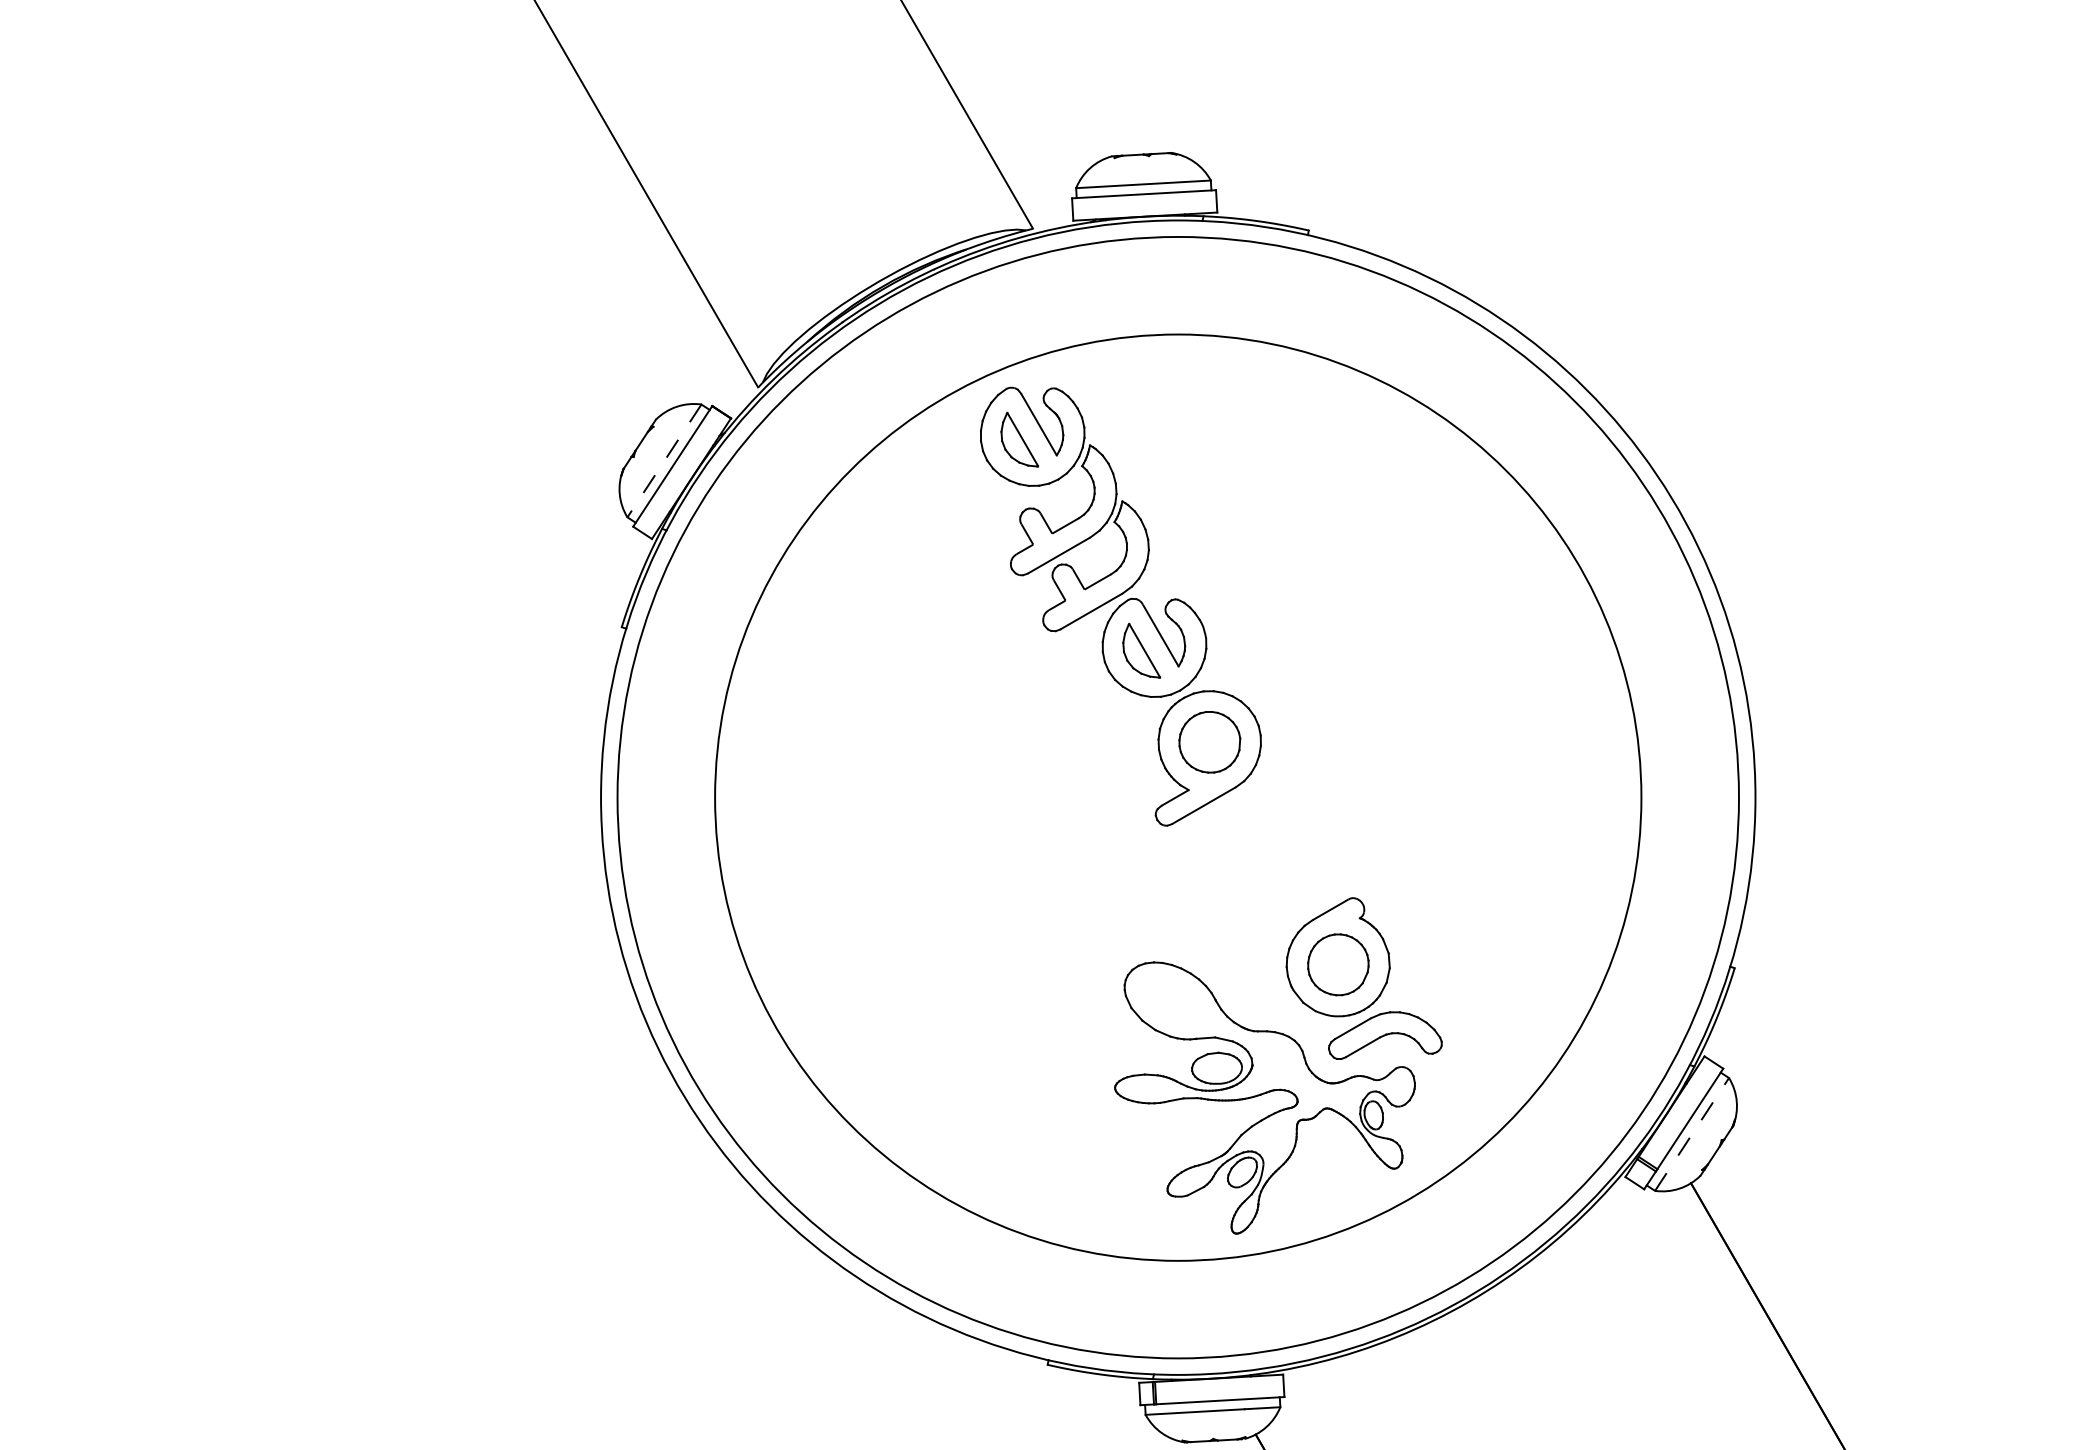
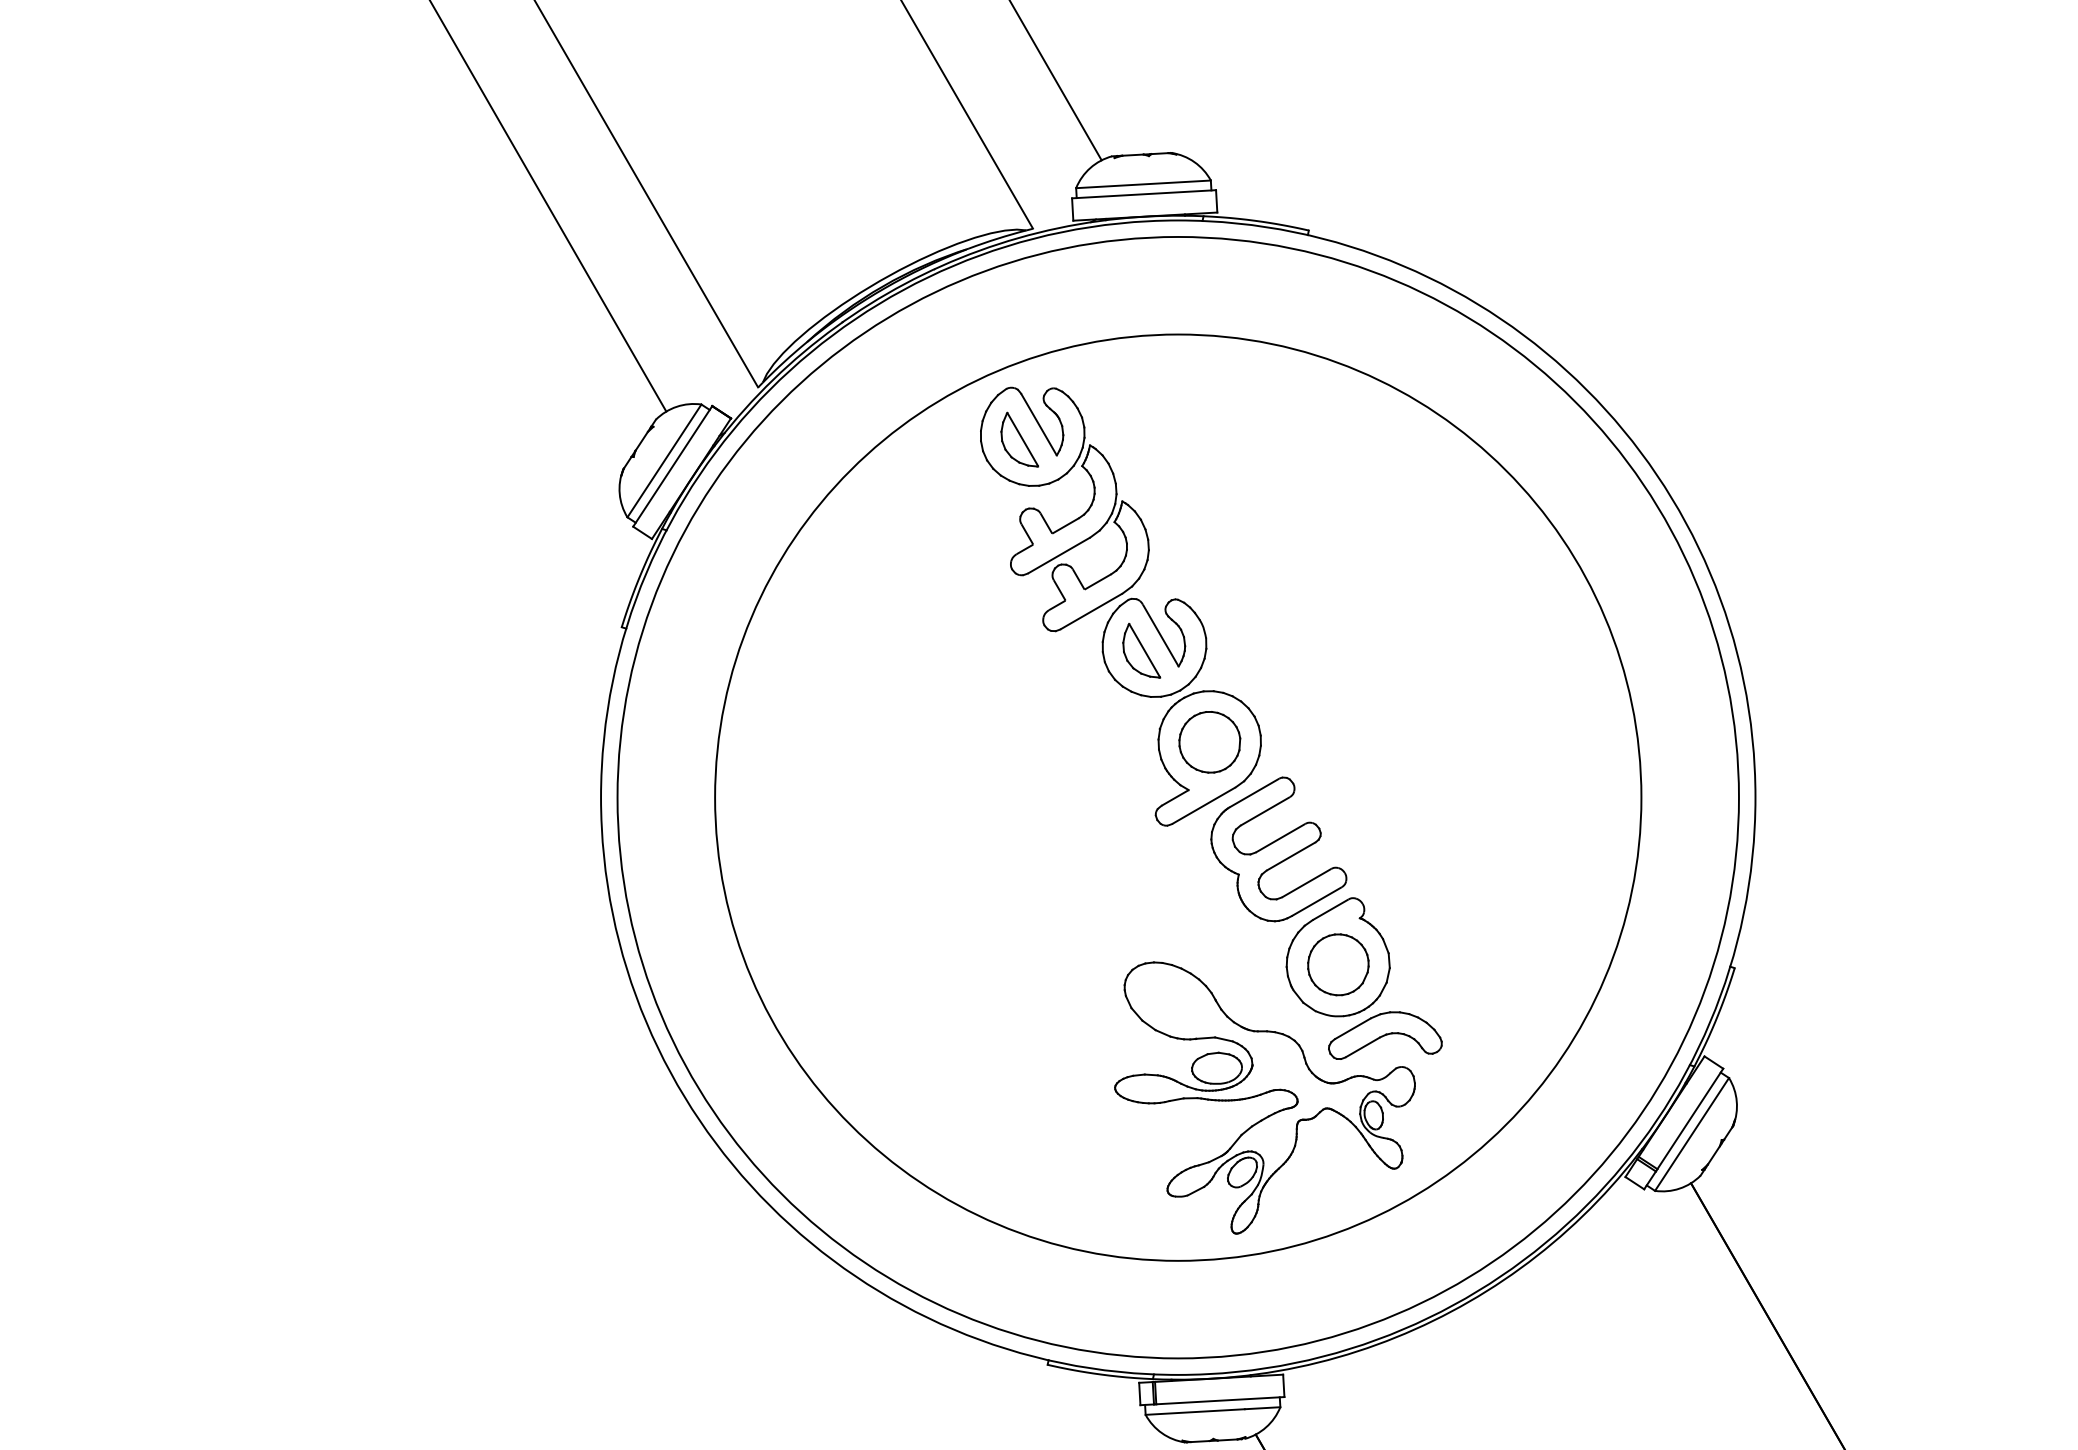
line at (1055, 81): none -> present
line at (548, 206): none -> present
line at (664, 461): dashed -> solid
part at (1278, 849): none -> present
line at (1692, 1134): dashed -> solid
